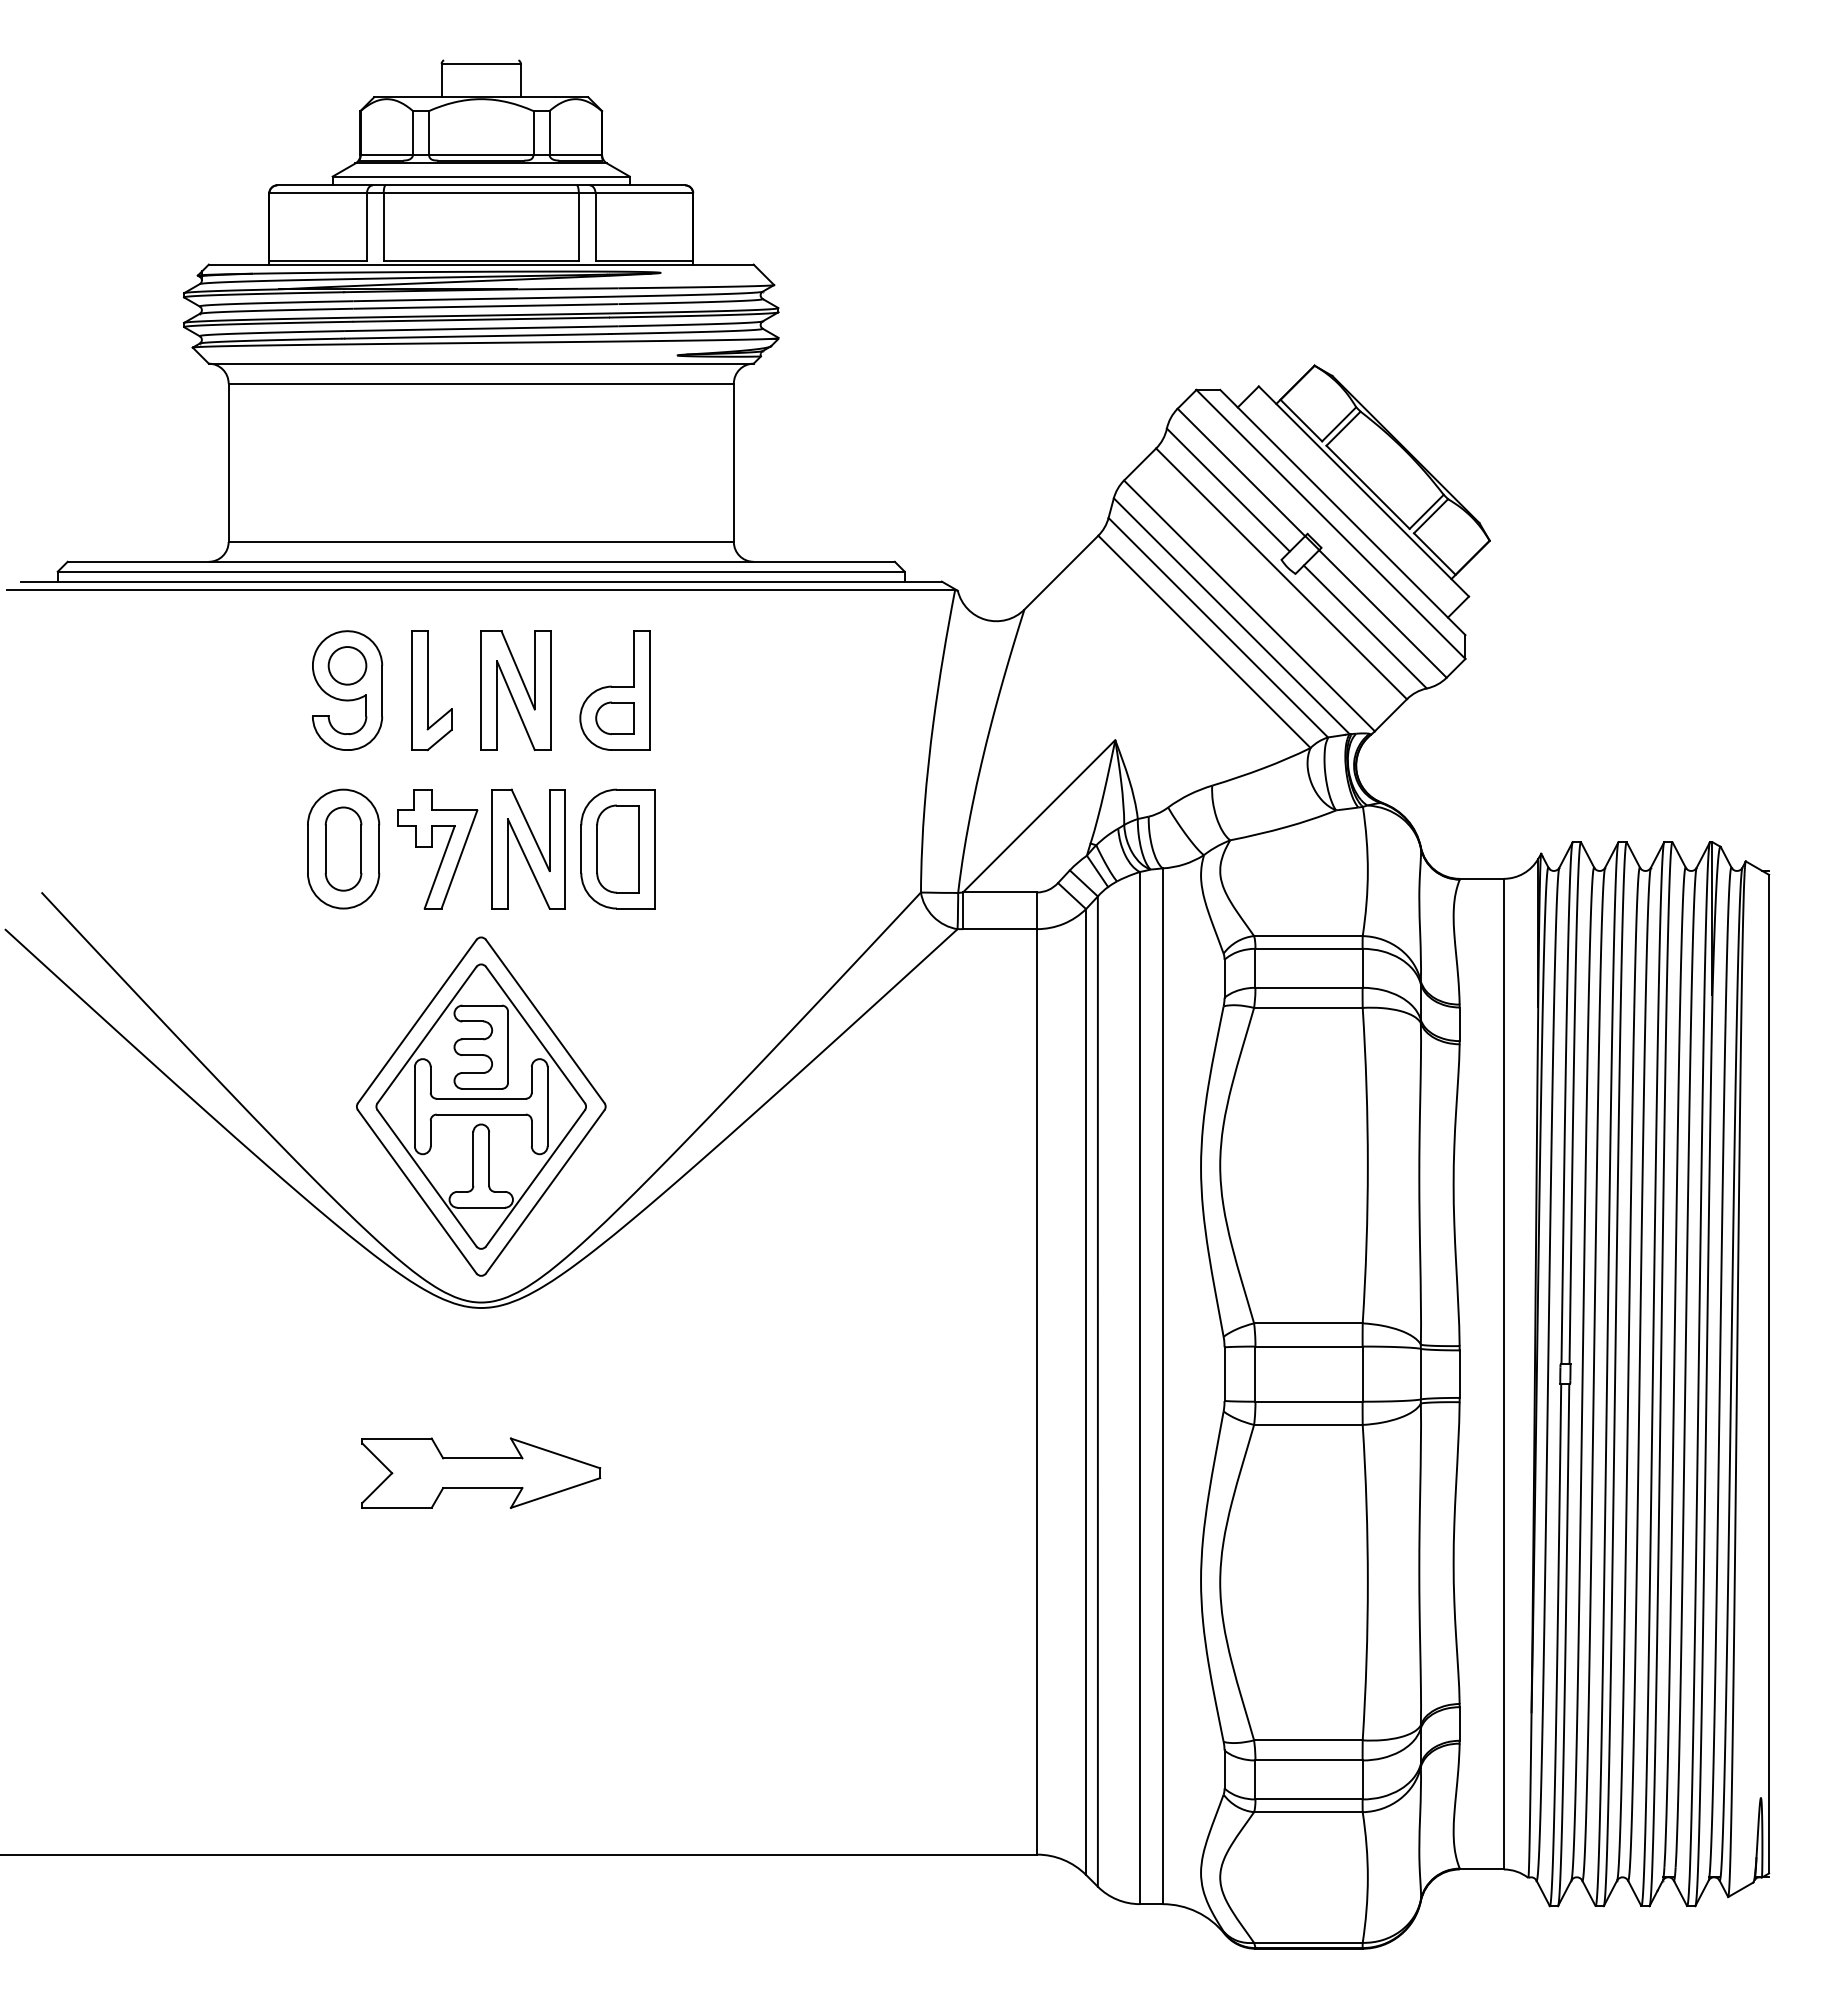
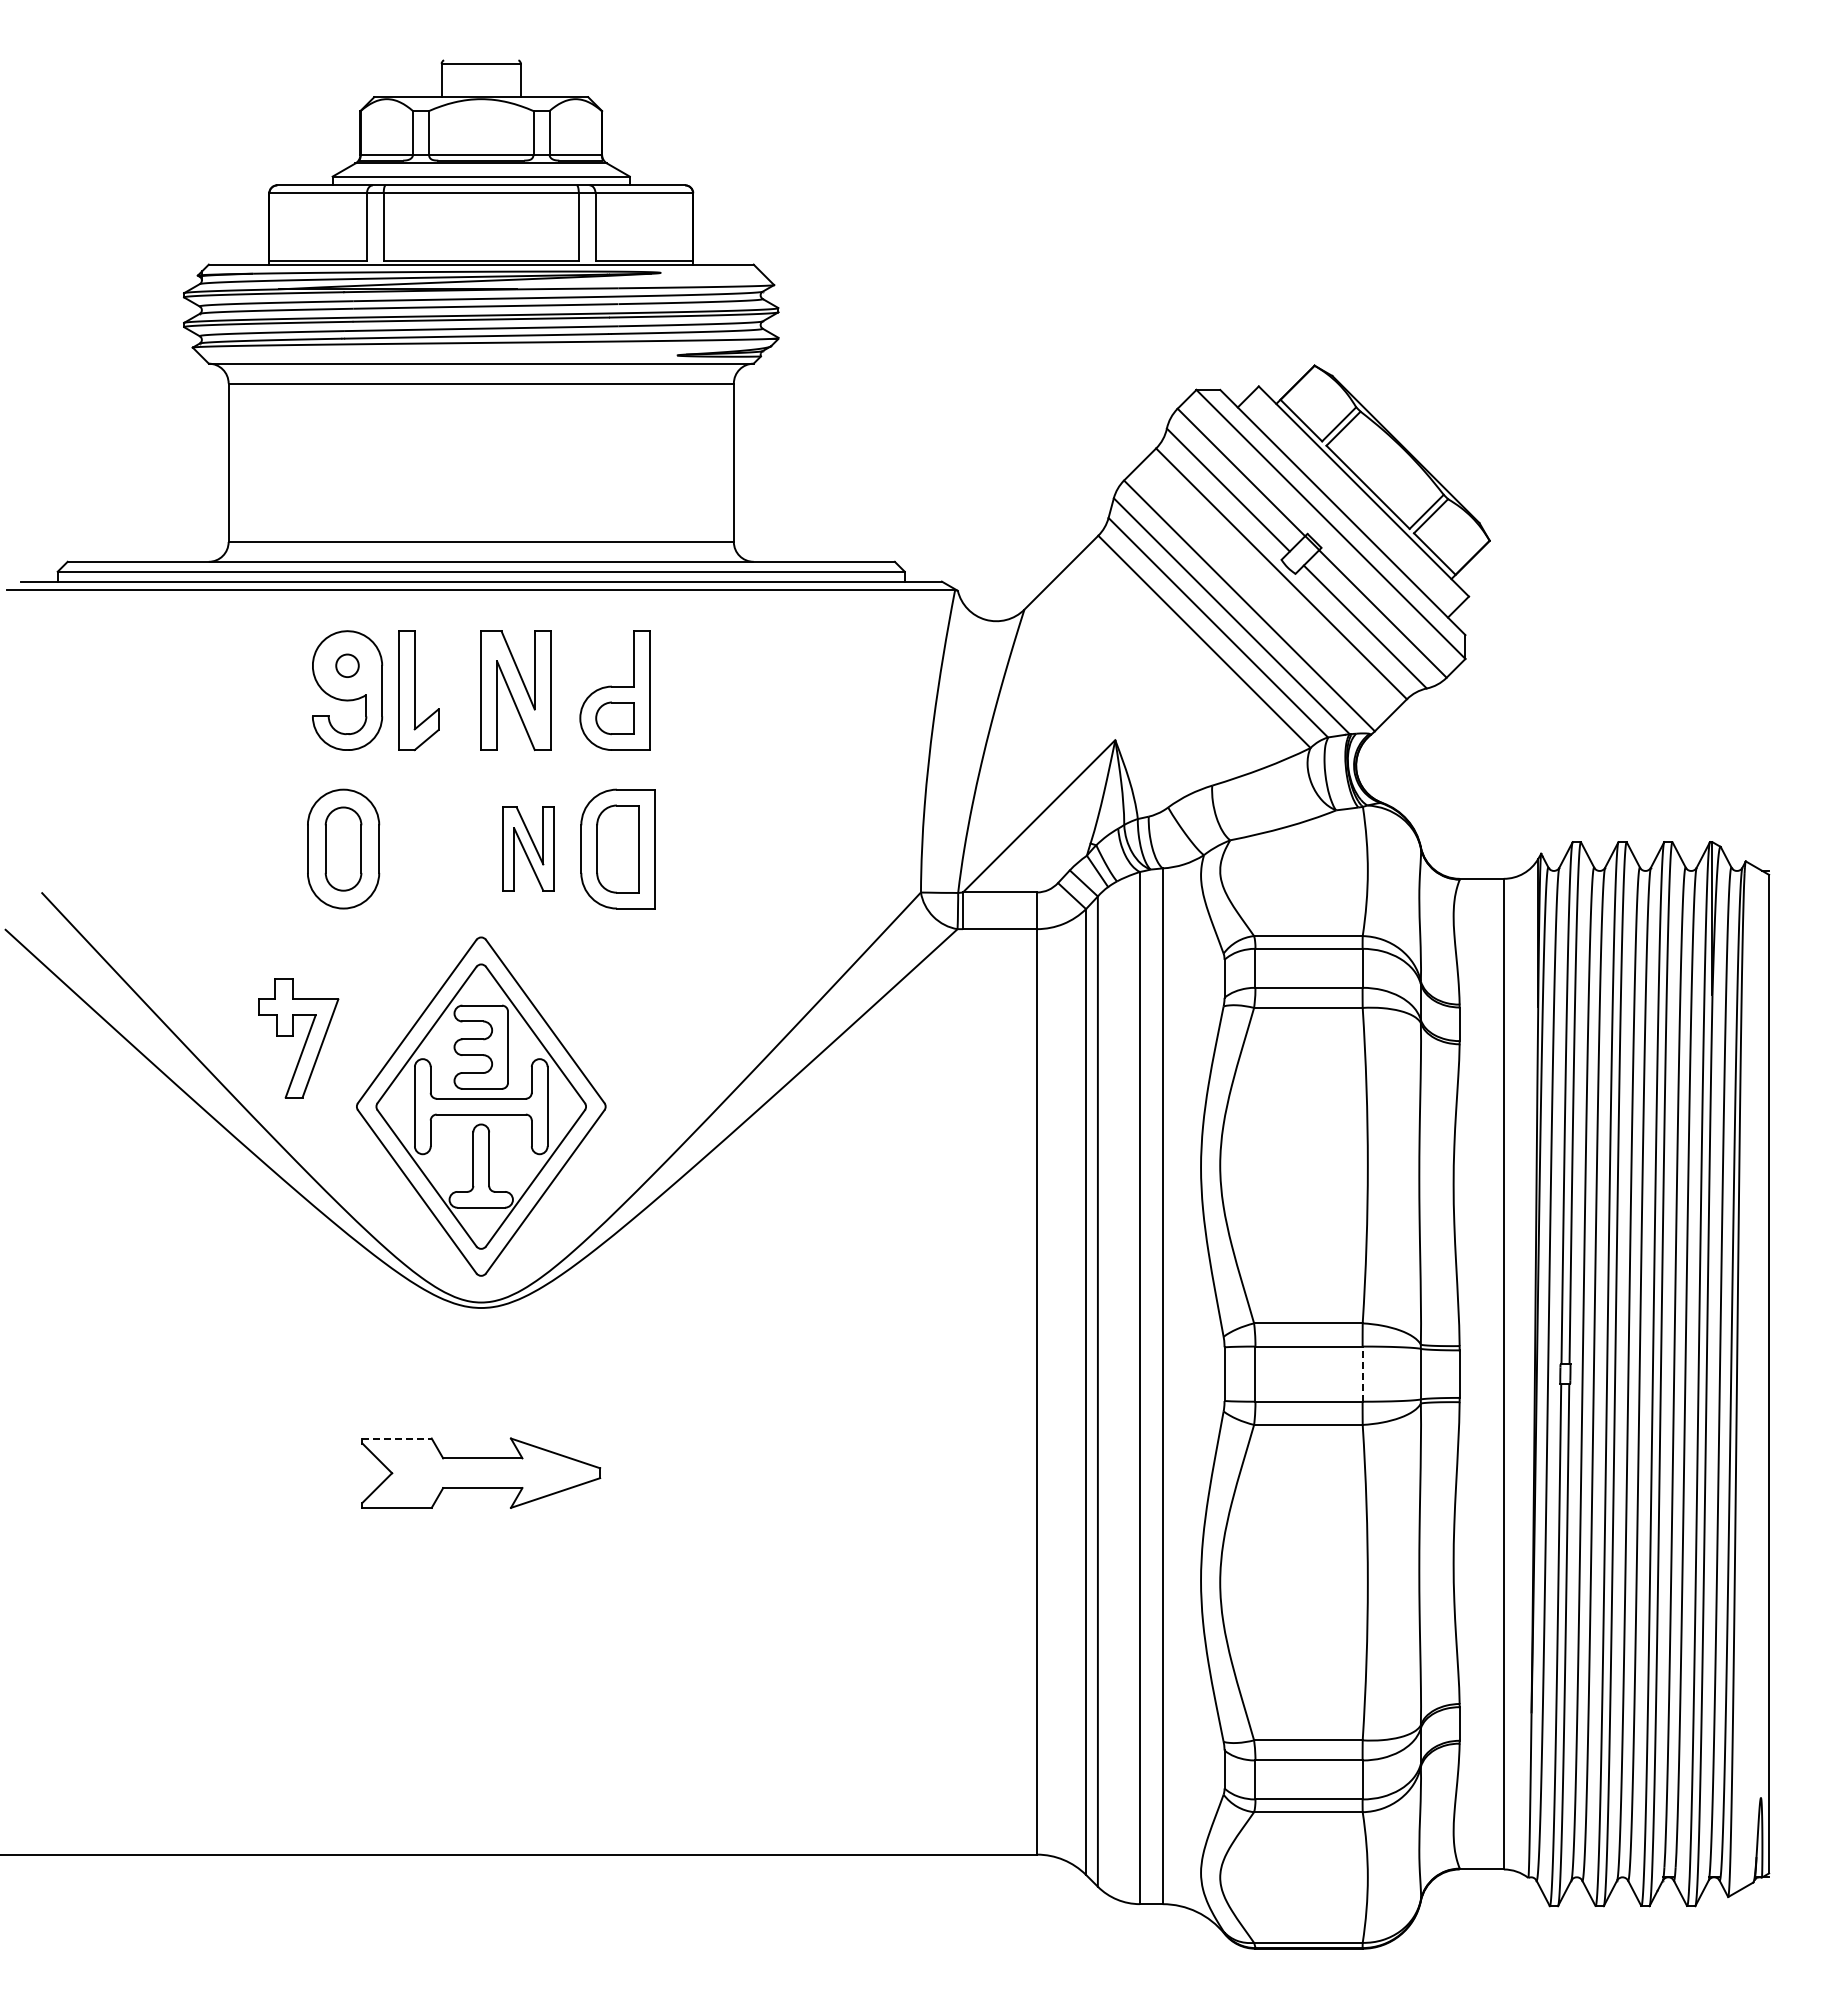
circle at (347, 665) diameter: 38 px -> 23 px
part at (431, 690) position: (431, 690) -> (418, 690)
part at (528, 848) size: 75x122 px -> 53x86 px
part at (437, 849) position: (437, 849) -> (298, 1038)
line at (1362, 1374): solid -> dashed
line at (397, 1438): solid -> dashed
